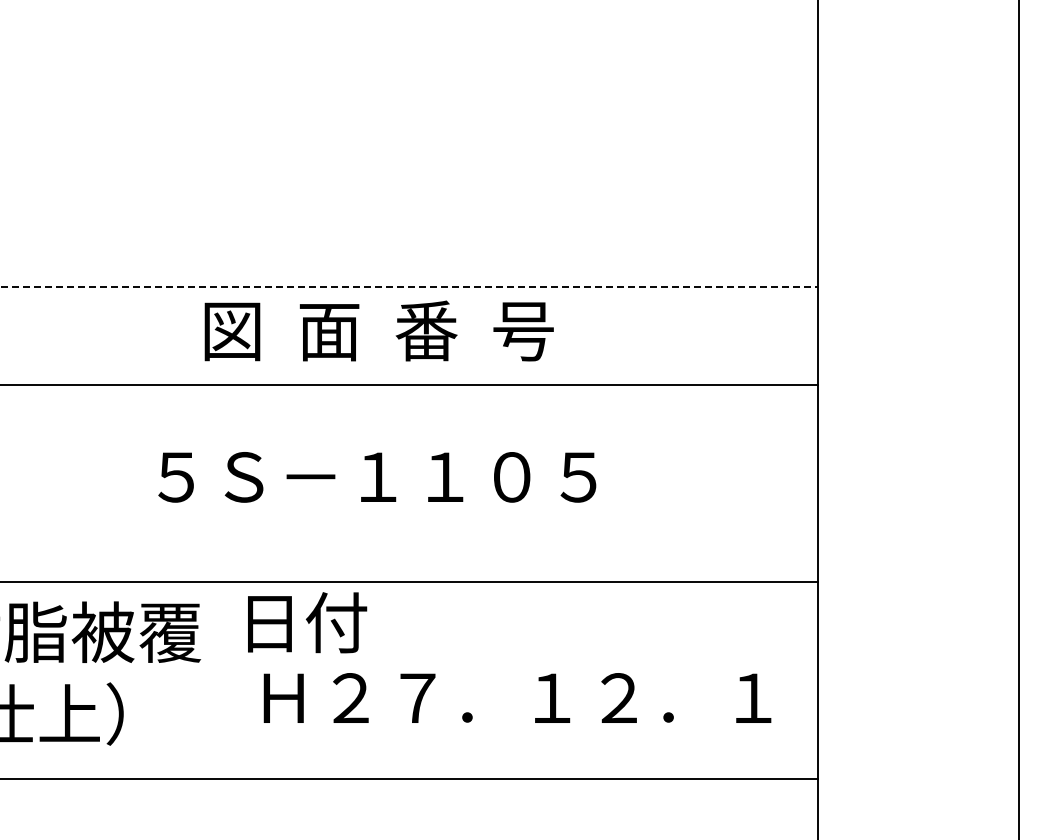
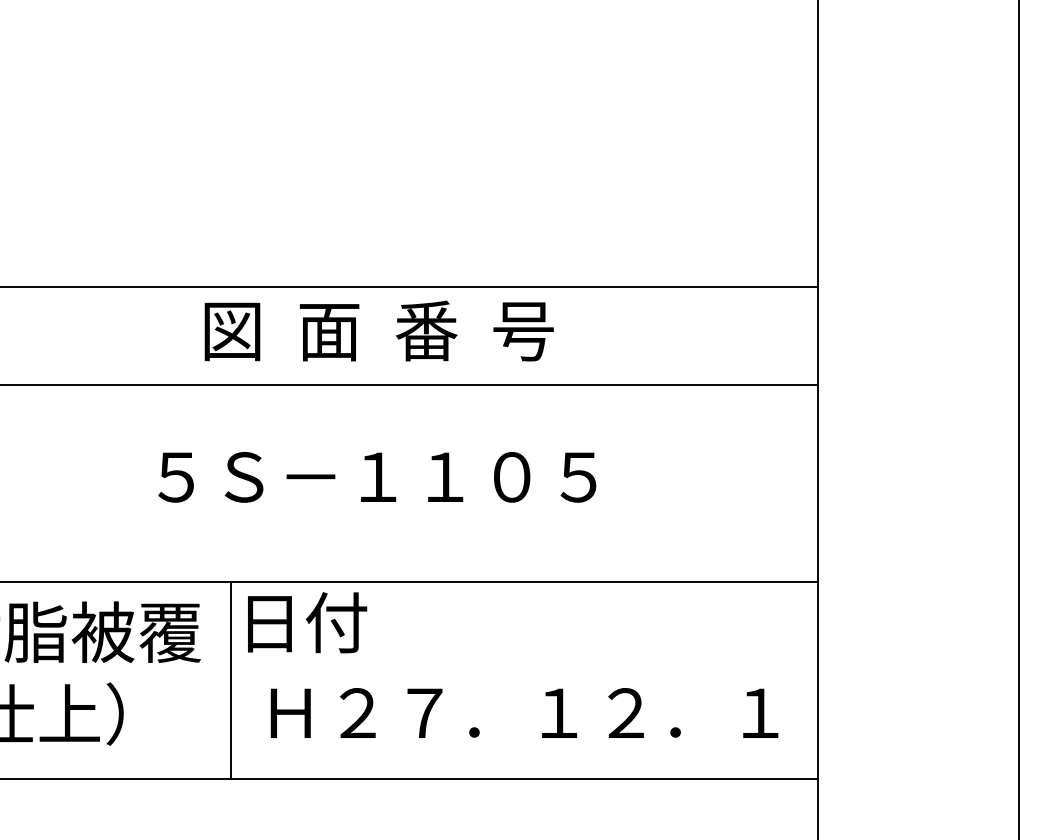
line at (409, 287): dashed -> solid
line at (230, 680): none -> present
text at (517, 697) position: (517, 697) -> (524, 712)
